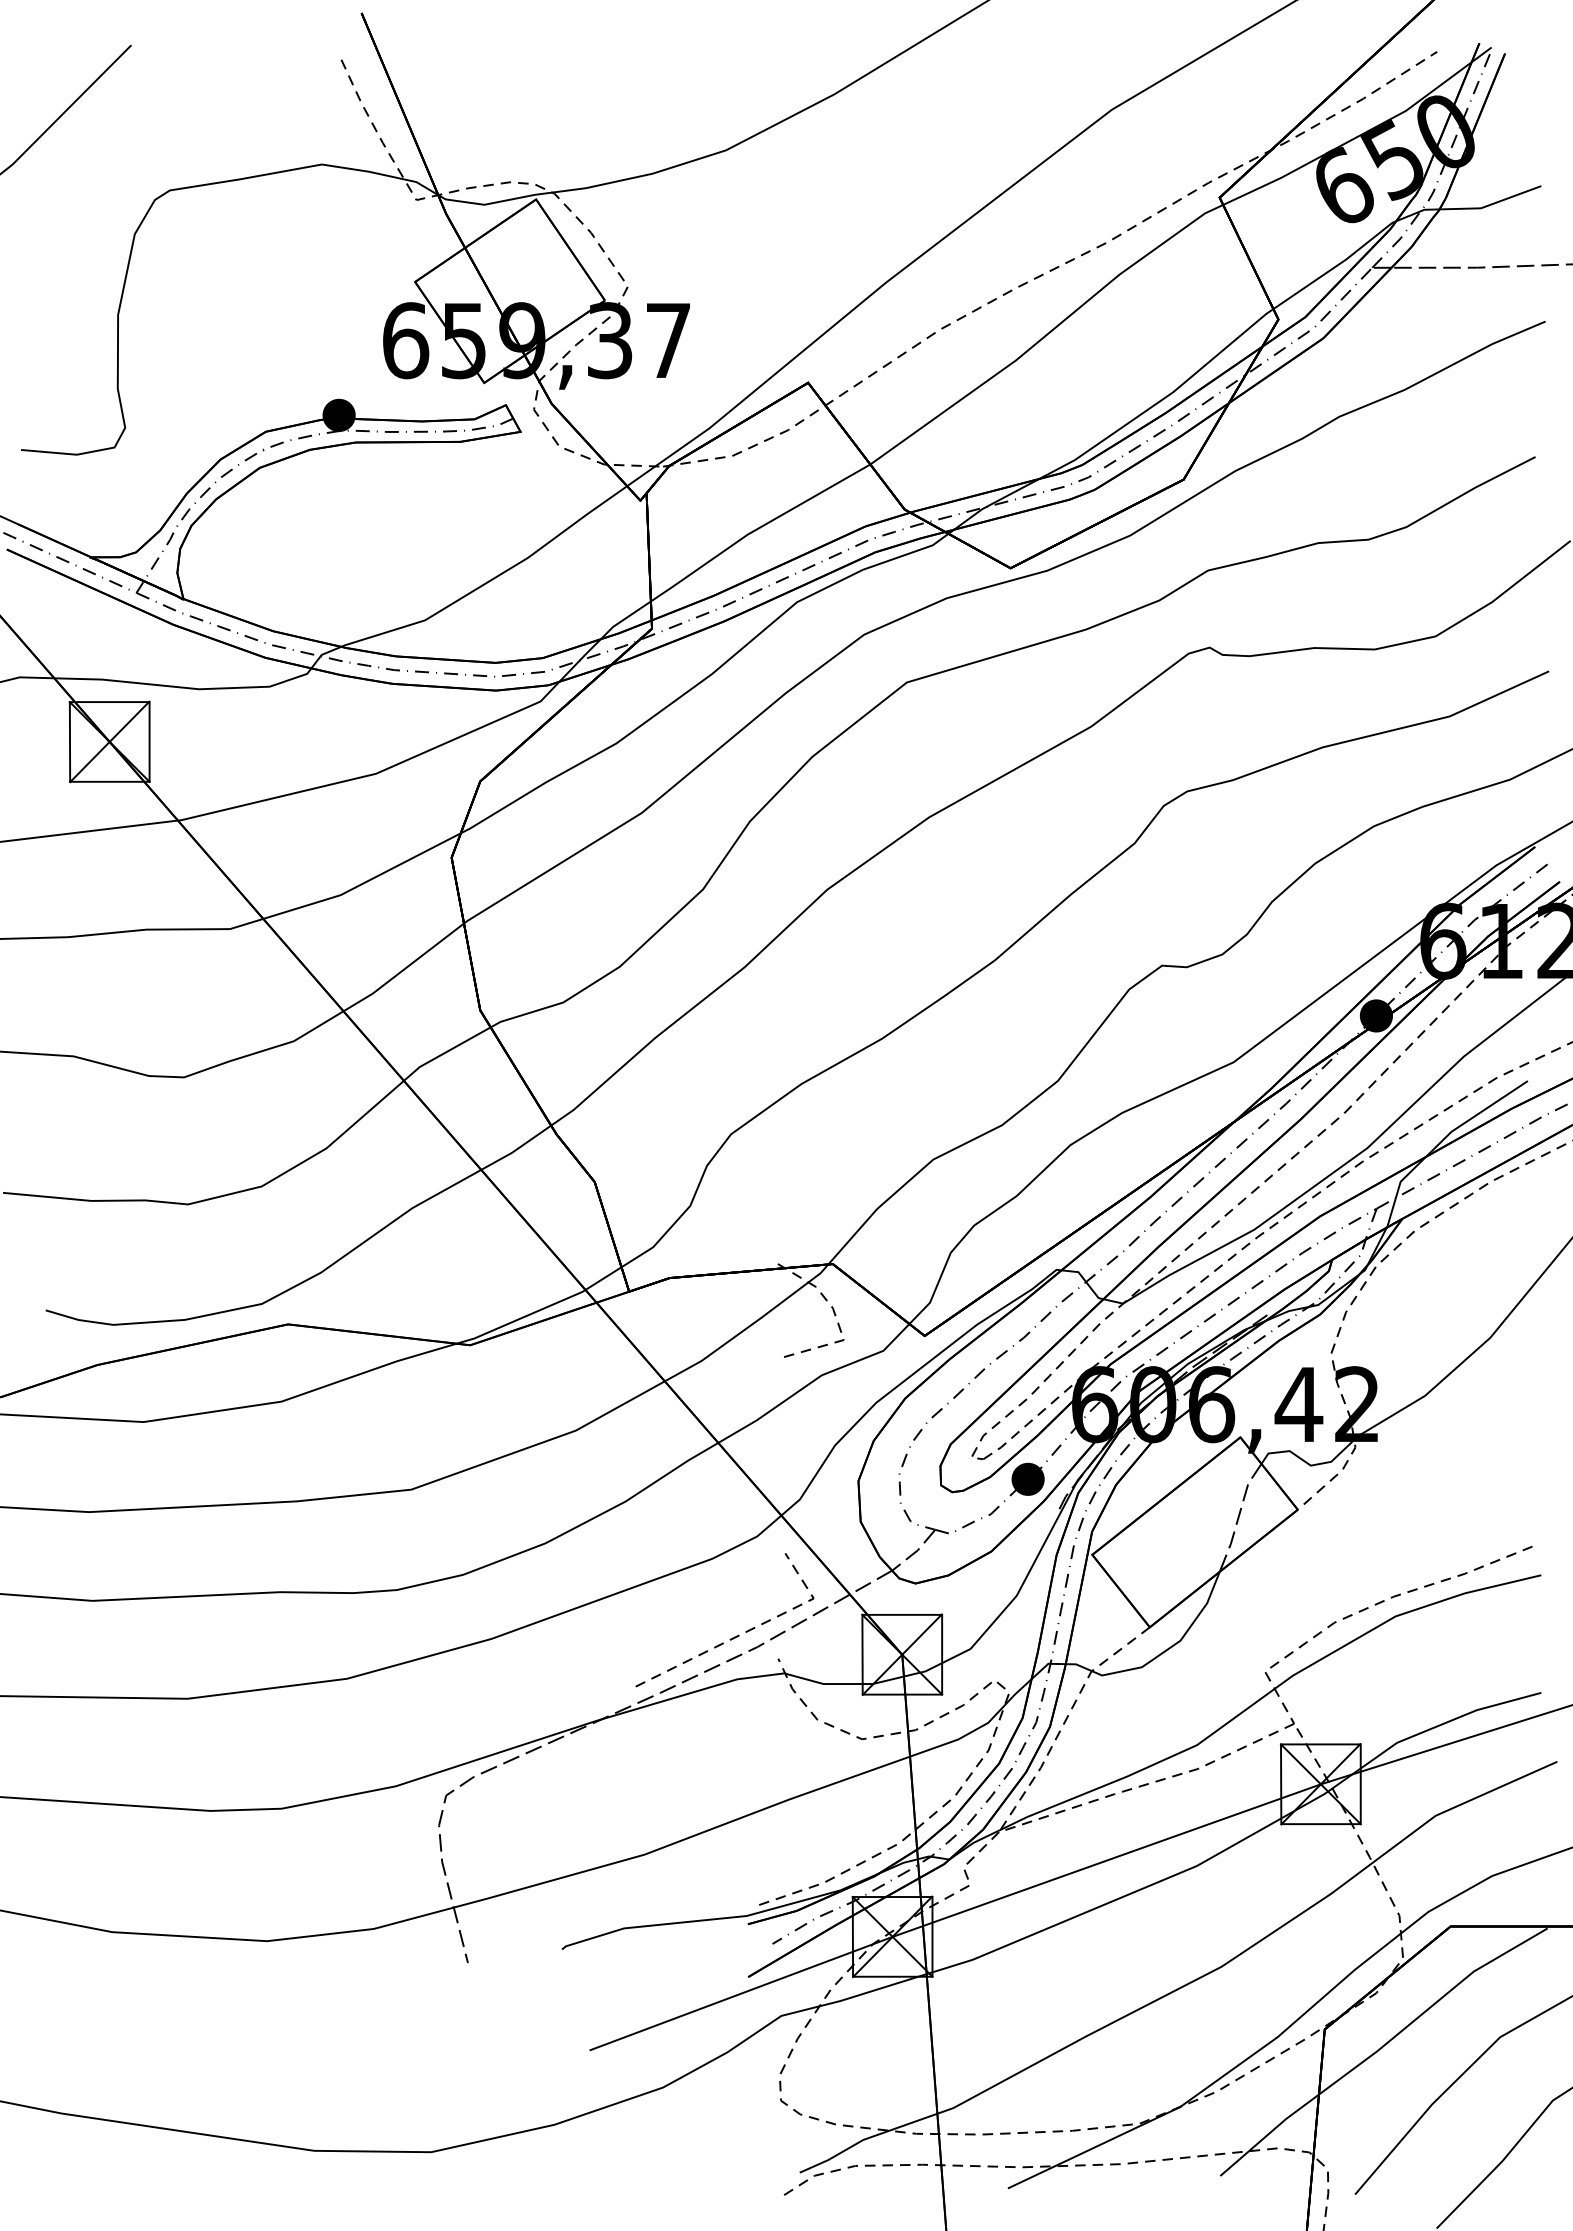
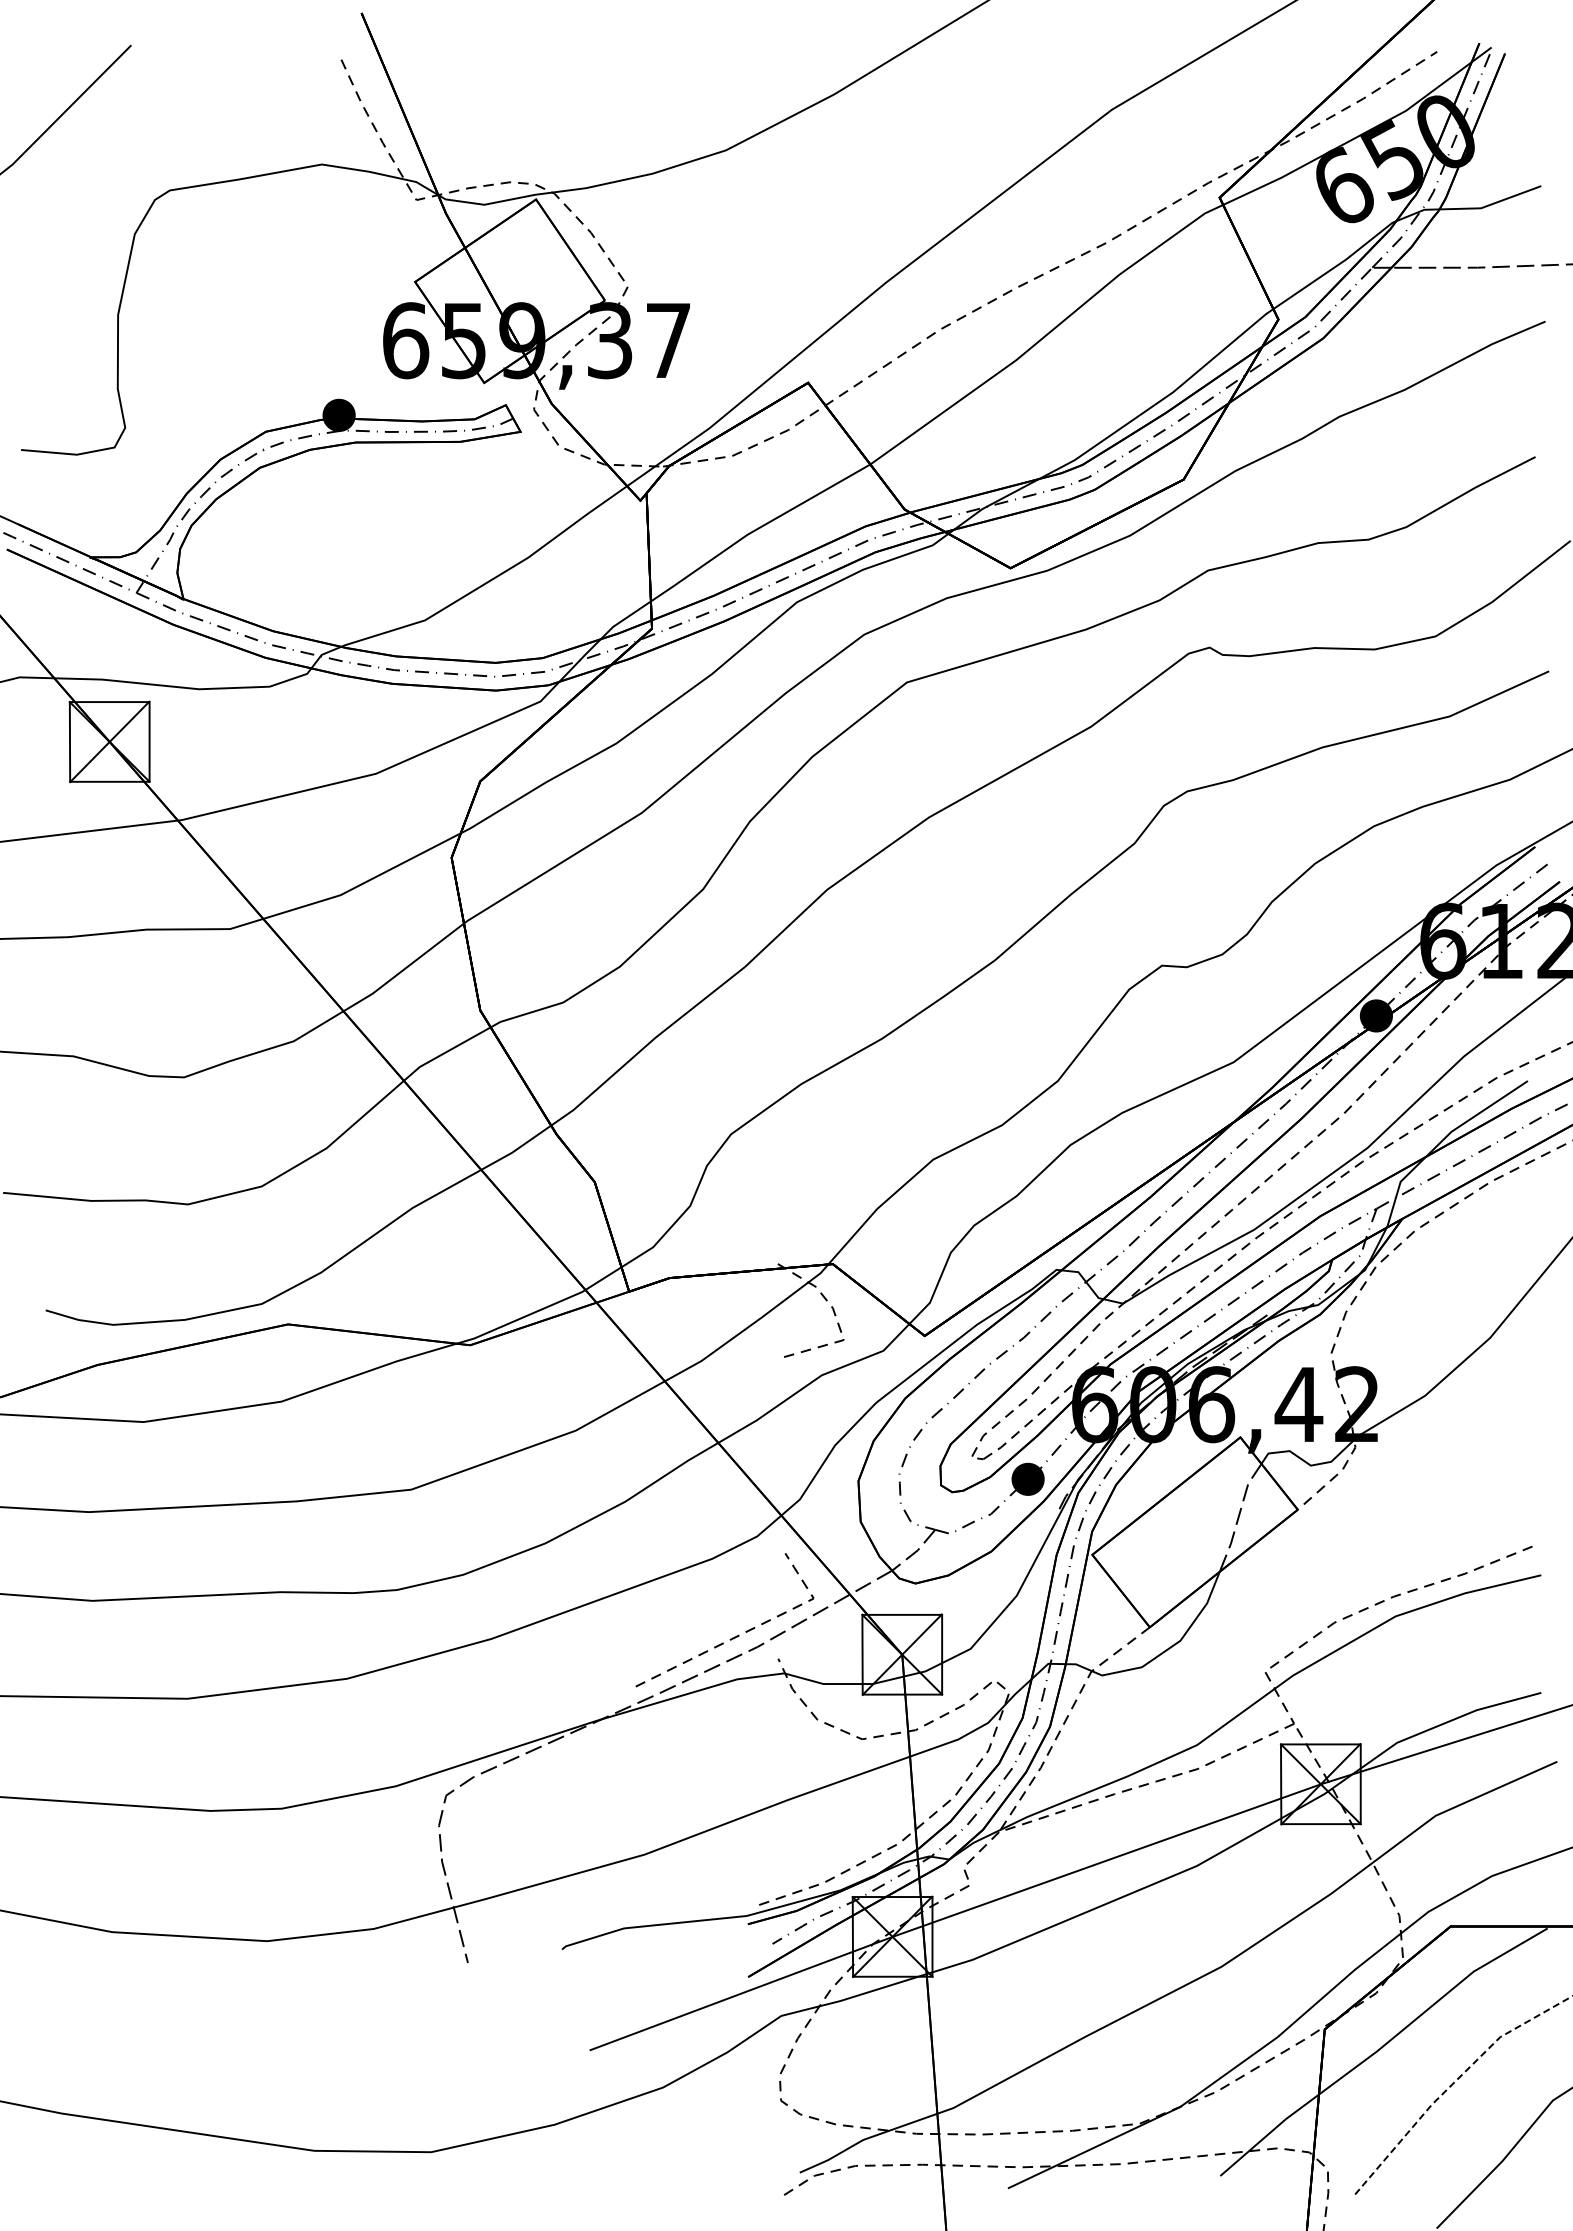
line at (1453, 2083): solid -> dashed
